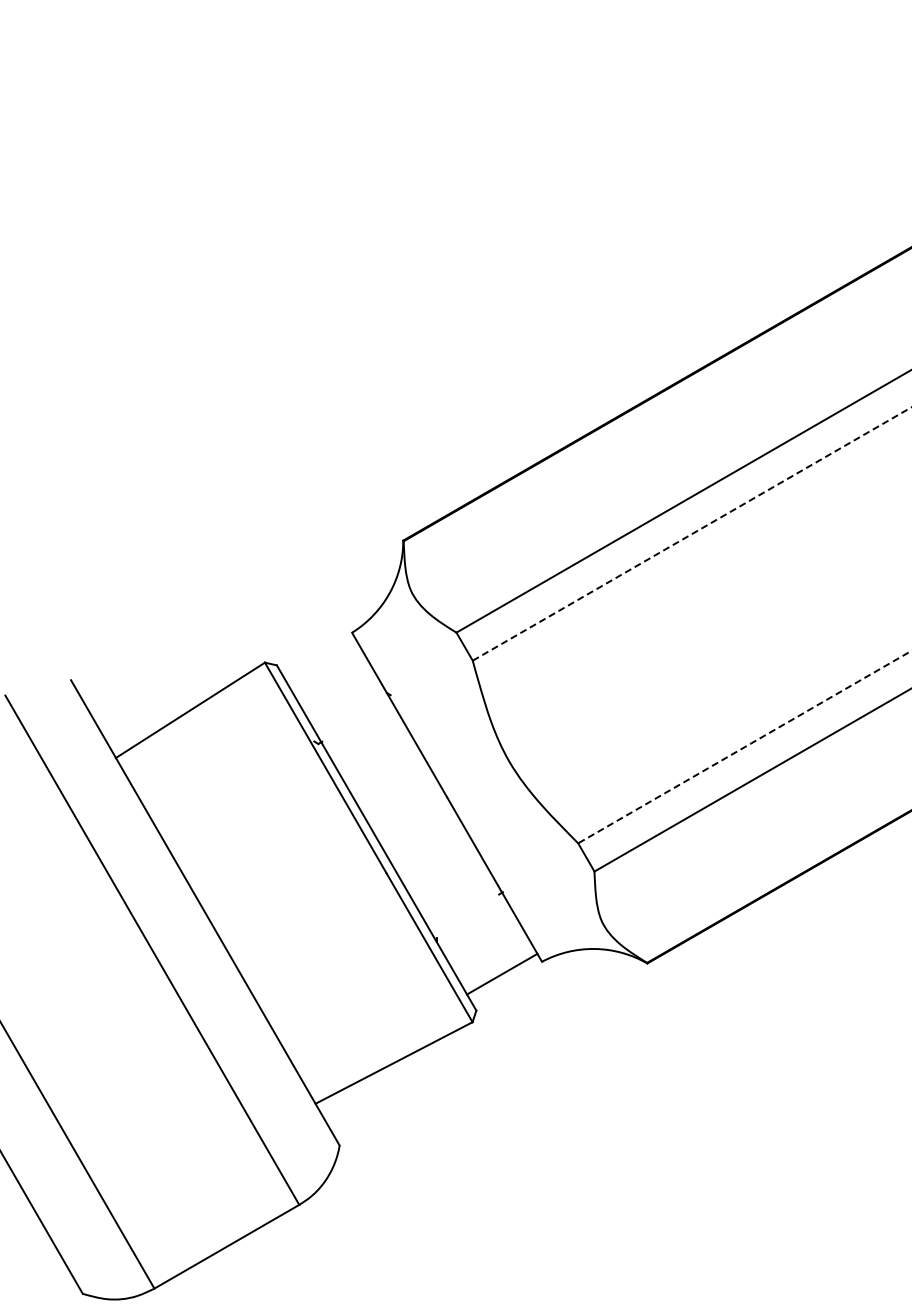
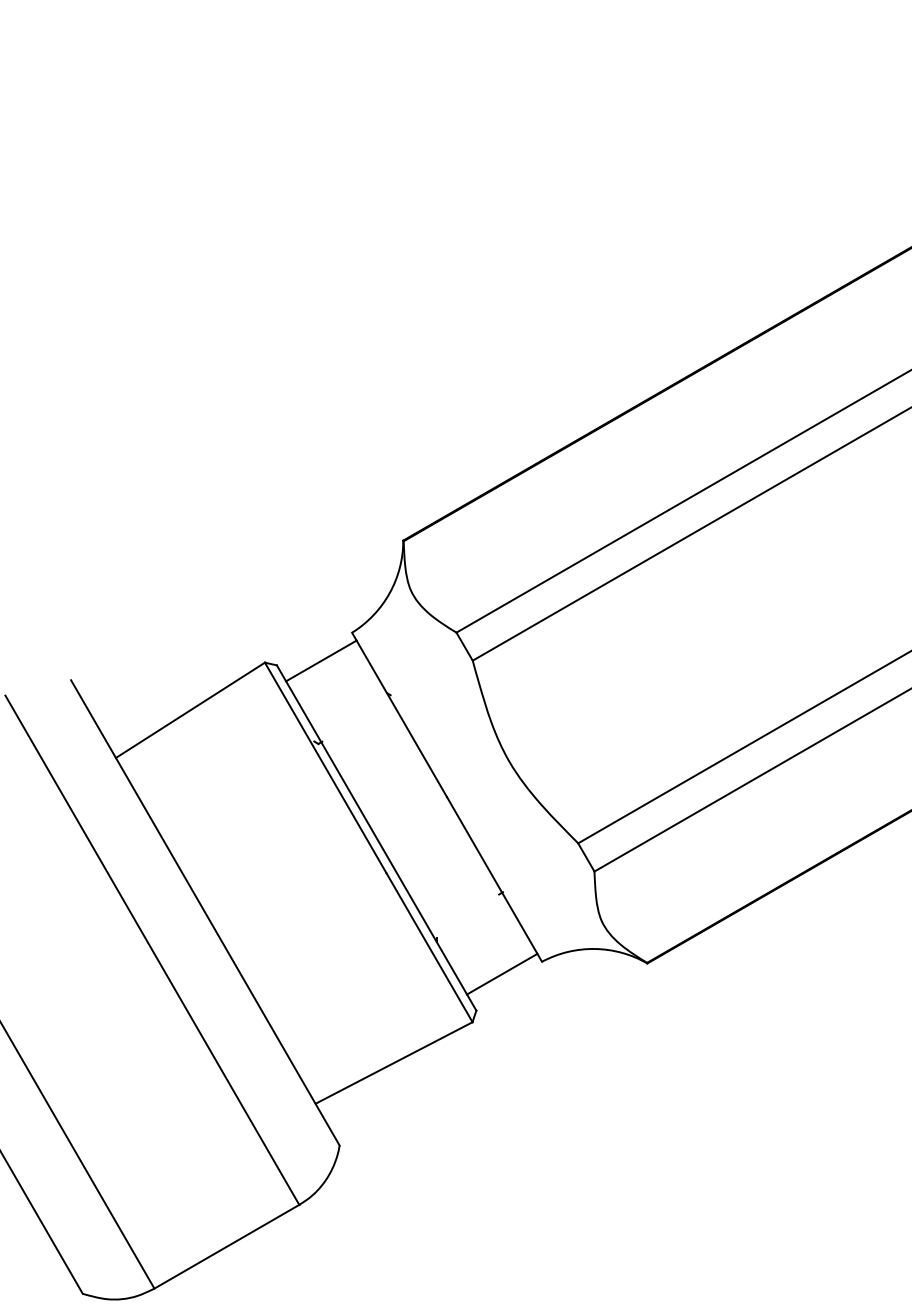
line at (692, 533): dashed -> solid
line at (321, 660): none -> present
line at (744, 747): dashed -> solid
